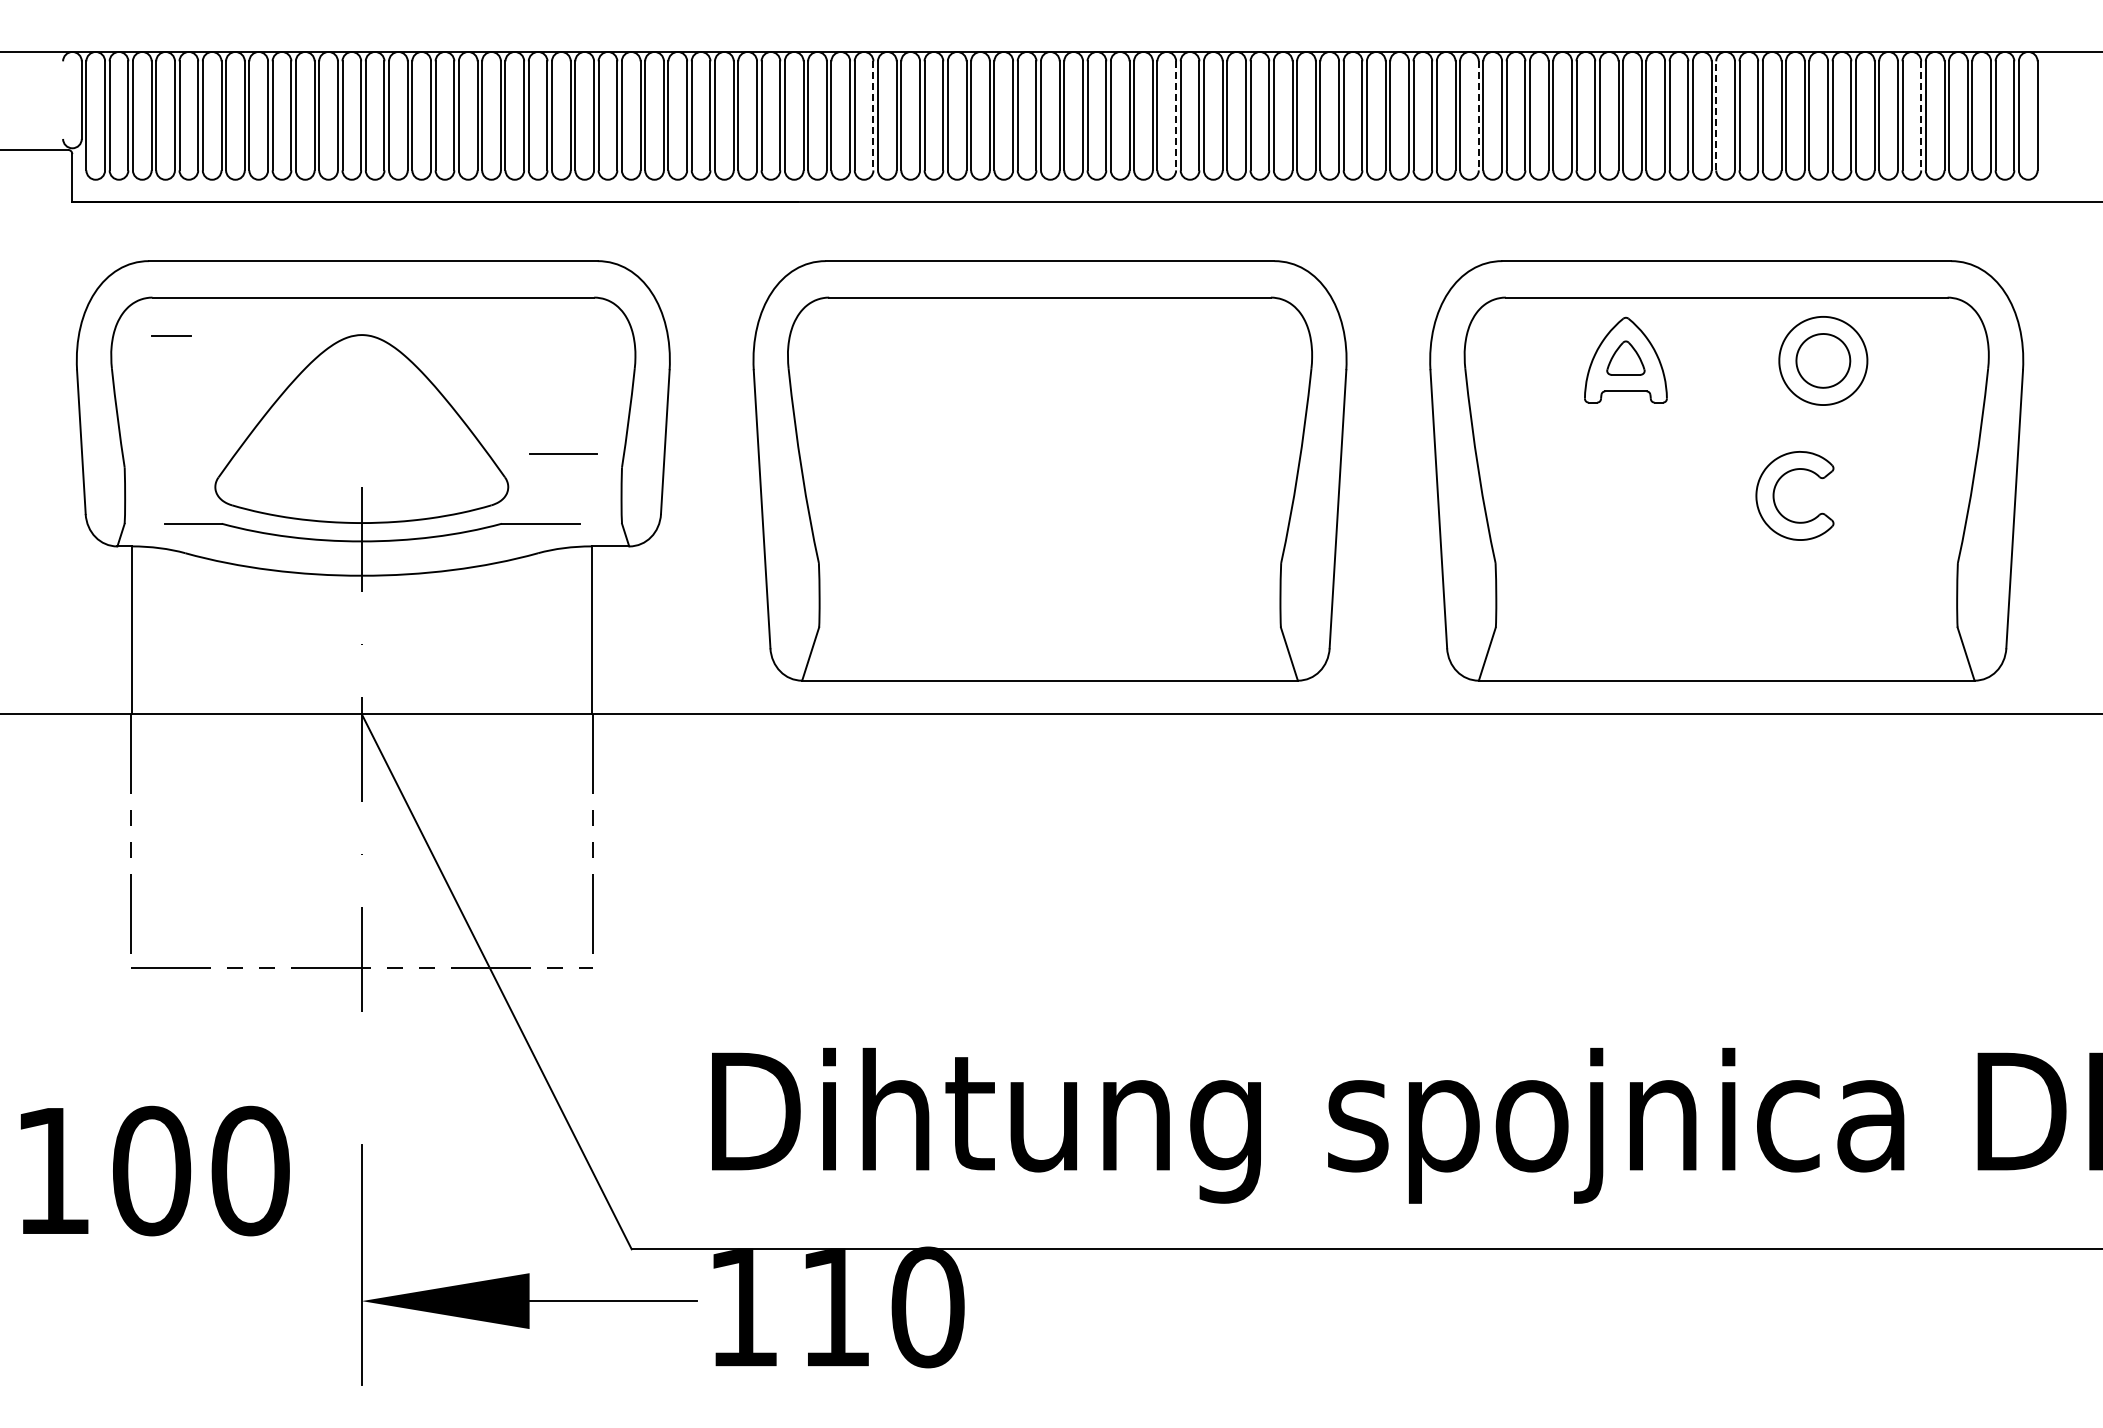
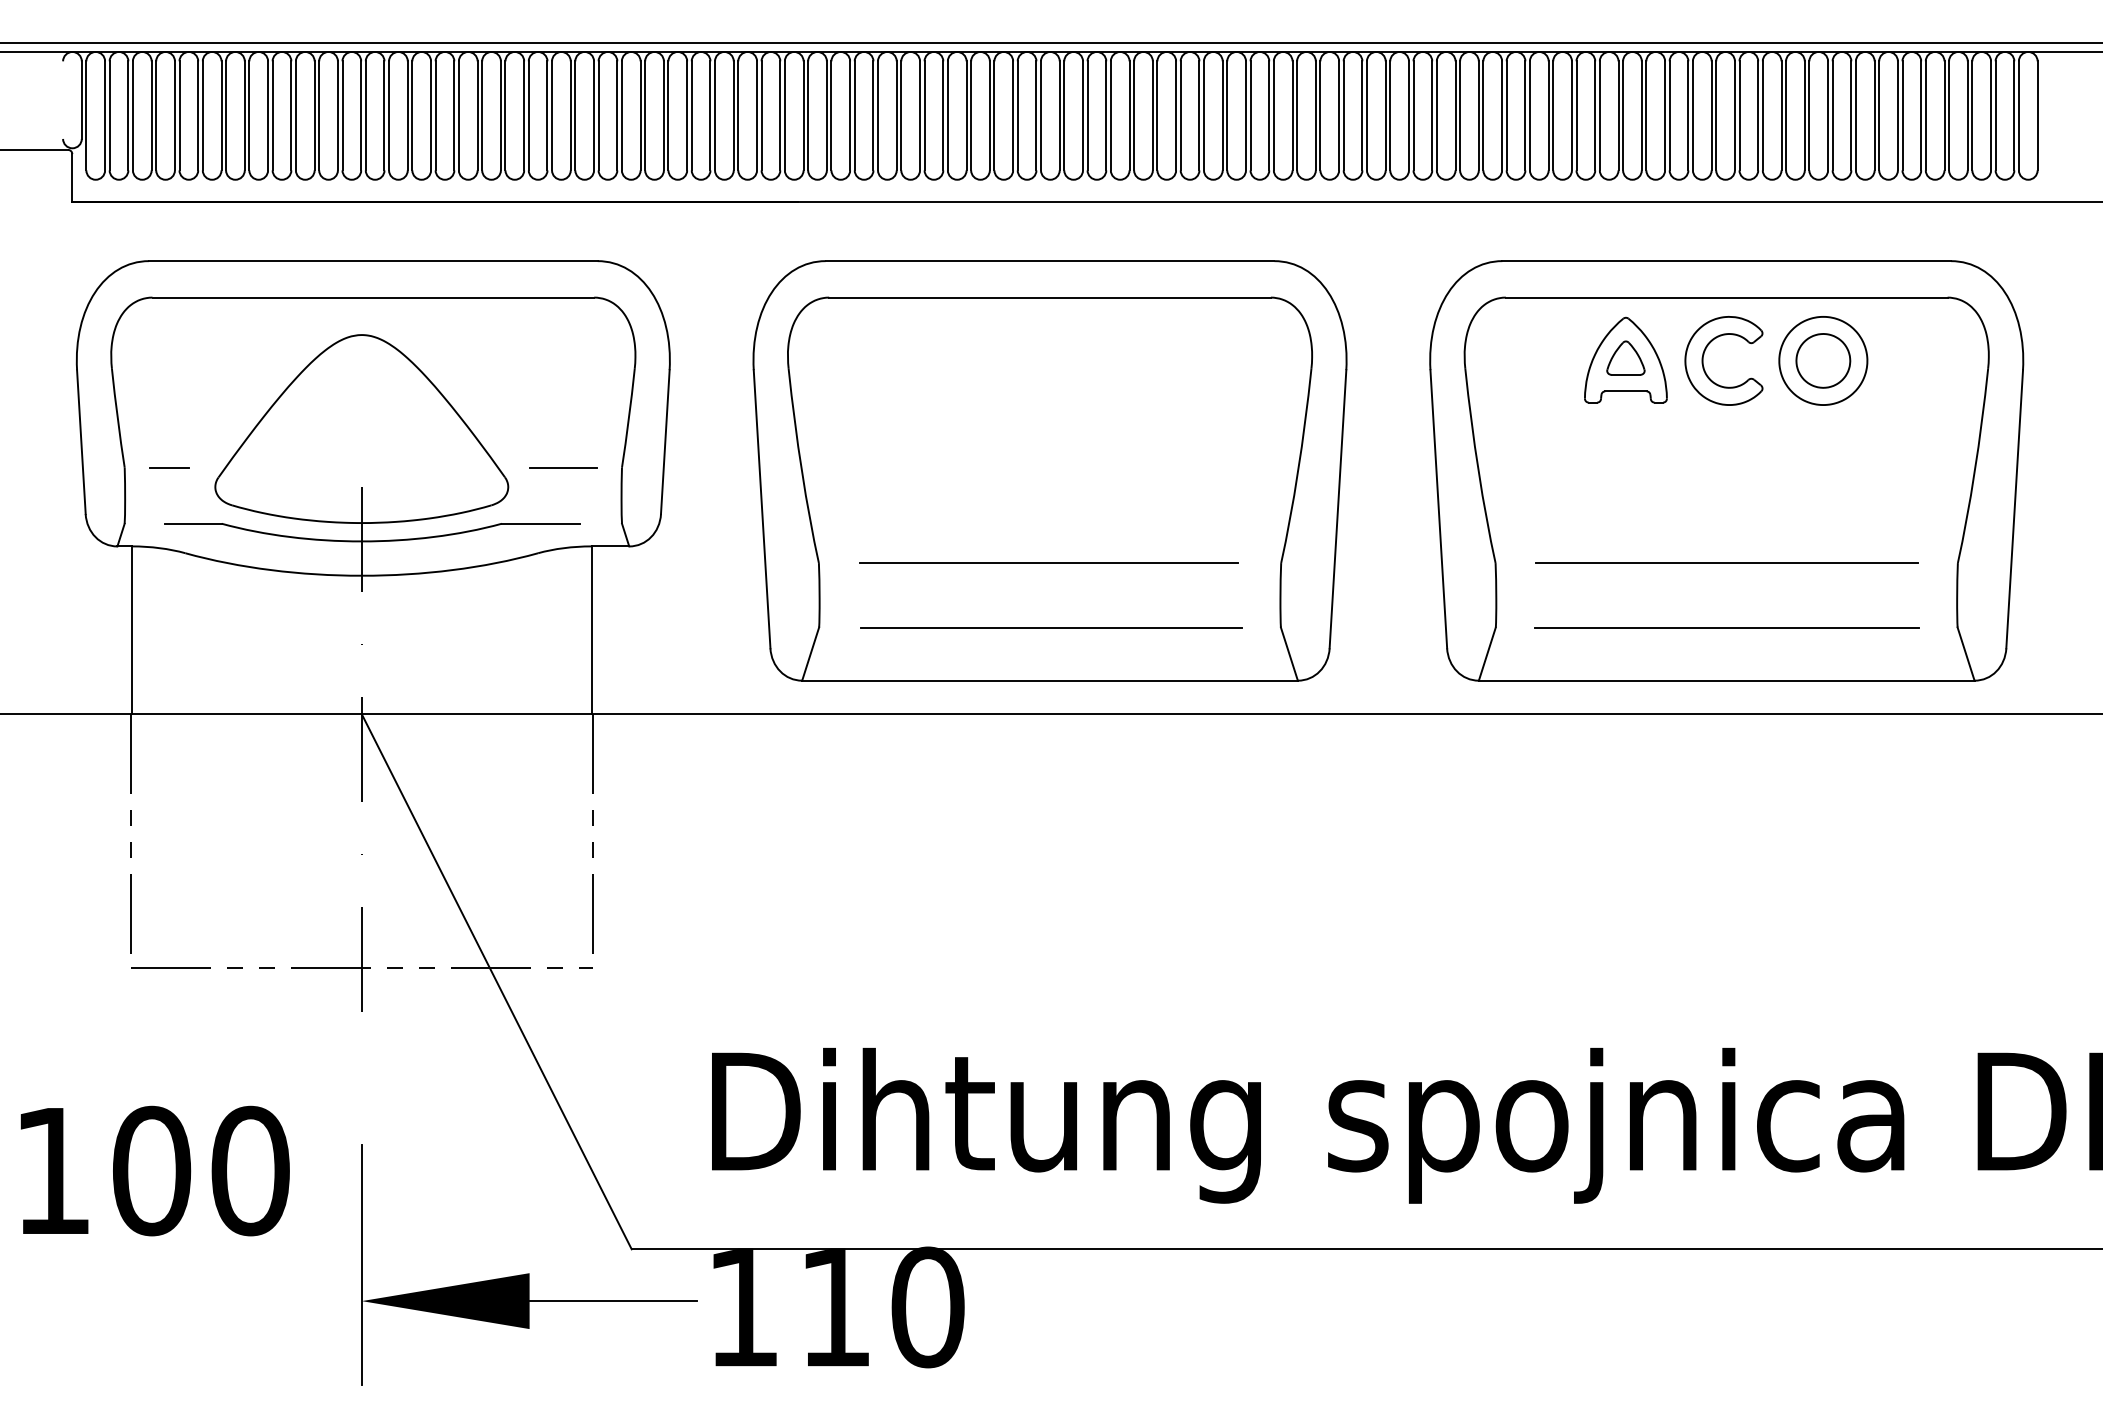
line at (1050, 42): none -> present
line at (873, 115): dashed -> solid
line at (1176, 115): dashed -> solid
line at (1478, 115): dashed -> solid
line at (1716, 115): dashed -> solid
line at (1921, 115): dashed -> solid
line at (171, 335) position: (171, 335) -> (169, 467)
line at (563, 453) position: (563, 453) -> (563, 467)
part at (1775, 489) position: (1775, 489) -> (1704, 354)
line at (1049, 563): none -> present
line at (1726, 563): none -> present
line at (1050, 627): none -> present
line at (1727, 627): none -> present
